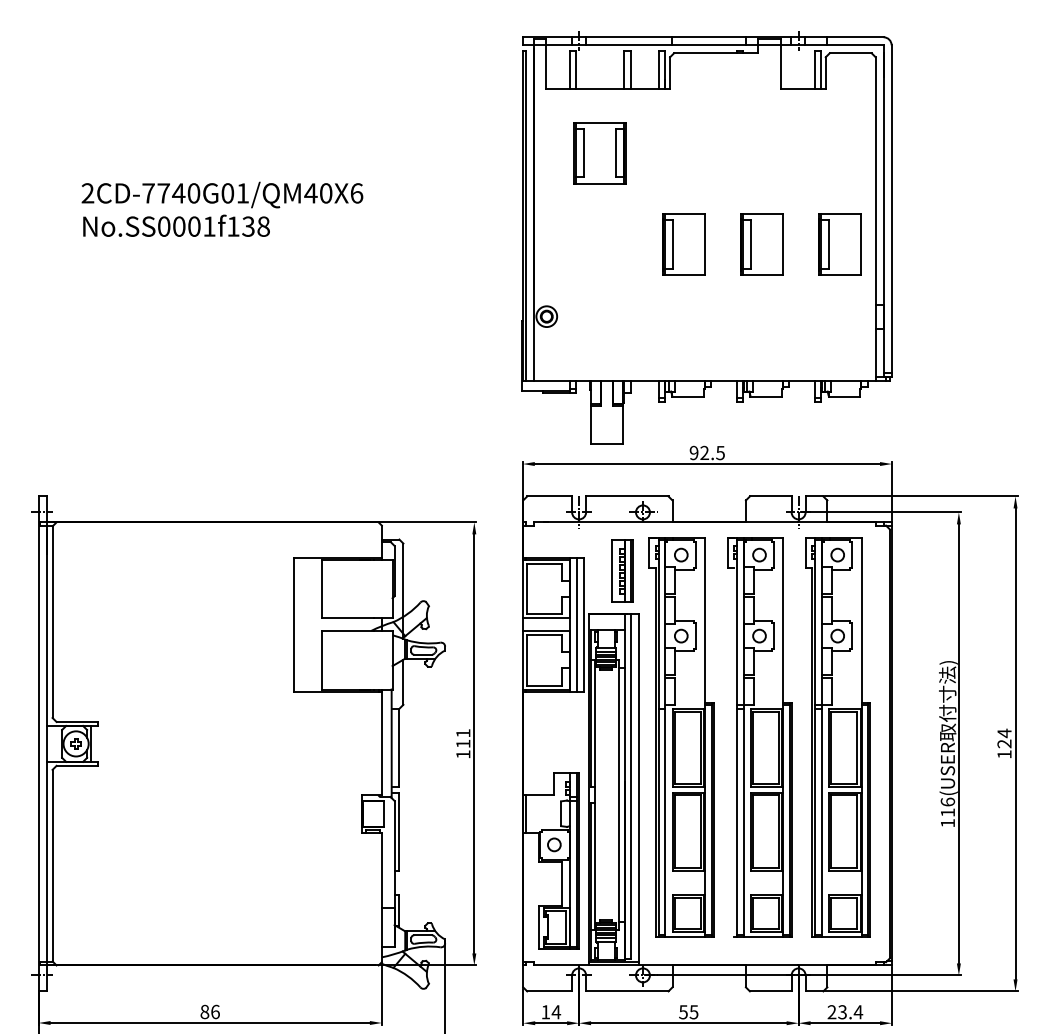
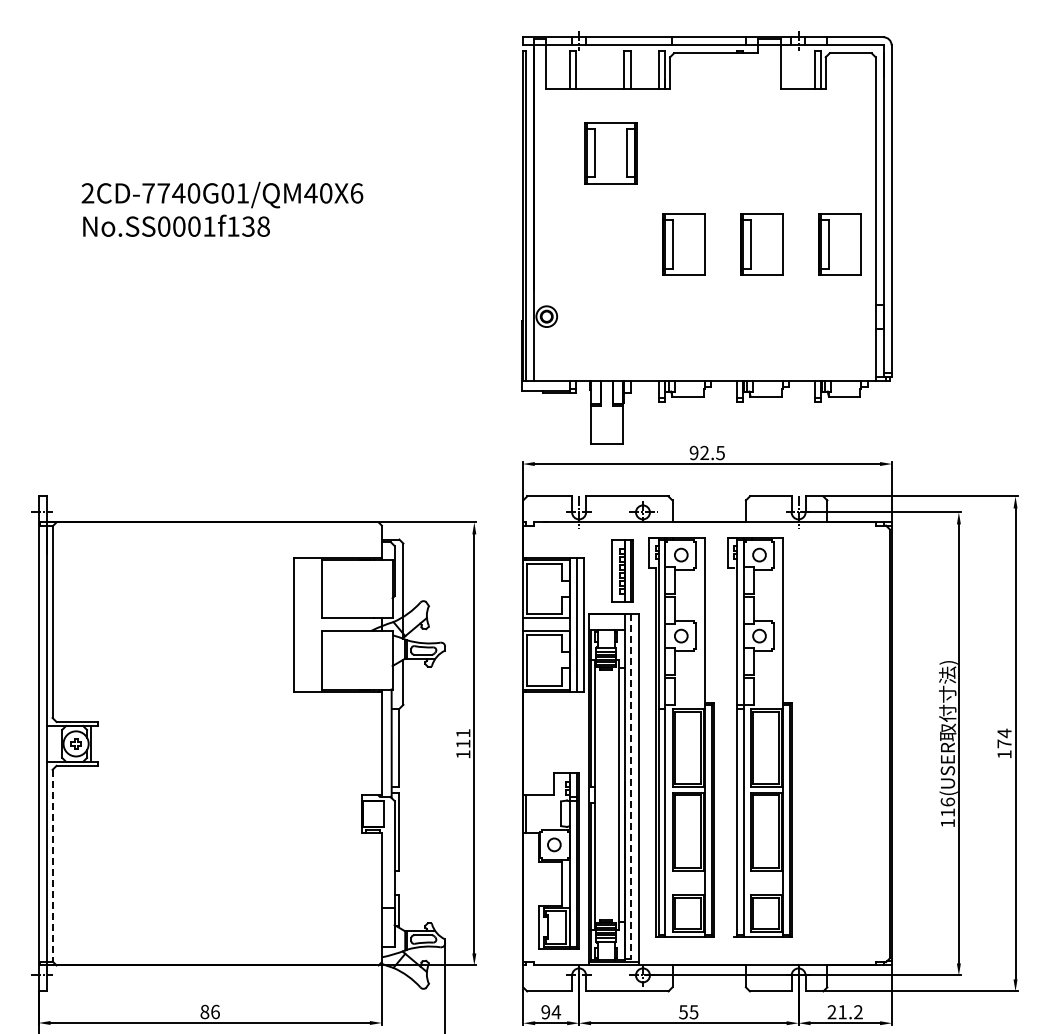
part at (599, 153) position: (599, 153) -> (610, 153)
part at (837, 737): present -> none
text at (1004, 743): 124 -> 174
line at (631, 786): solid -> dashed
line at (52, 865): solid -> dashed
text at (545, 1012): 14 -> 94
text at (850, 1012): 23.4 -> 21.2
